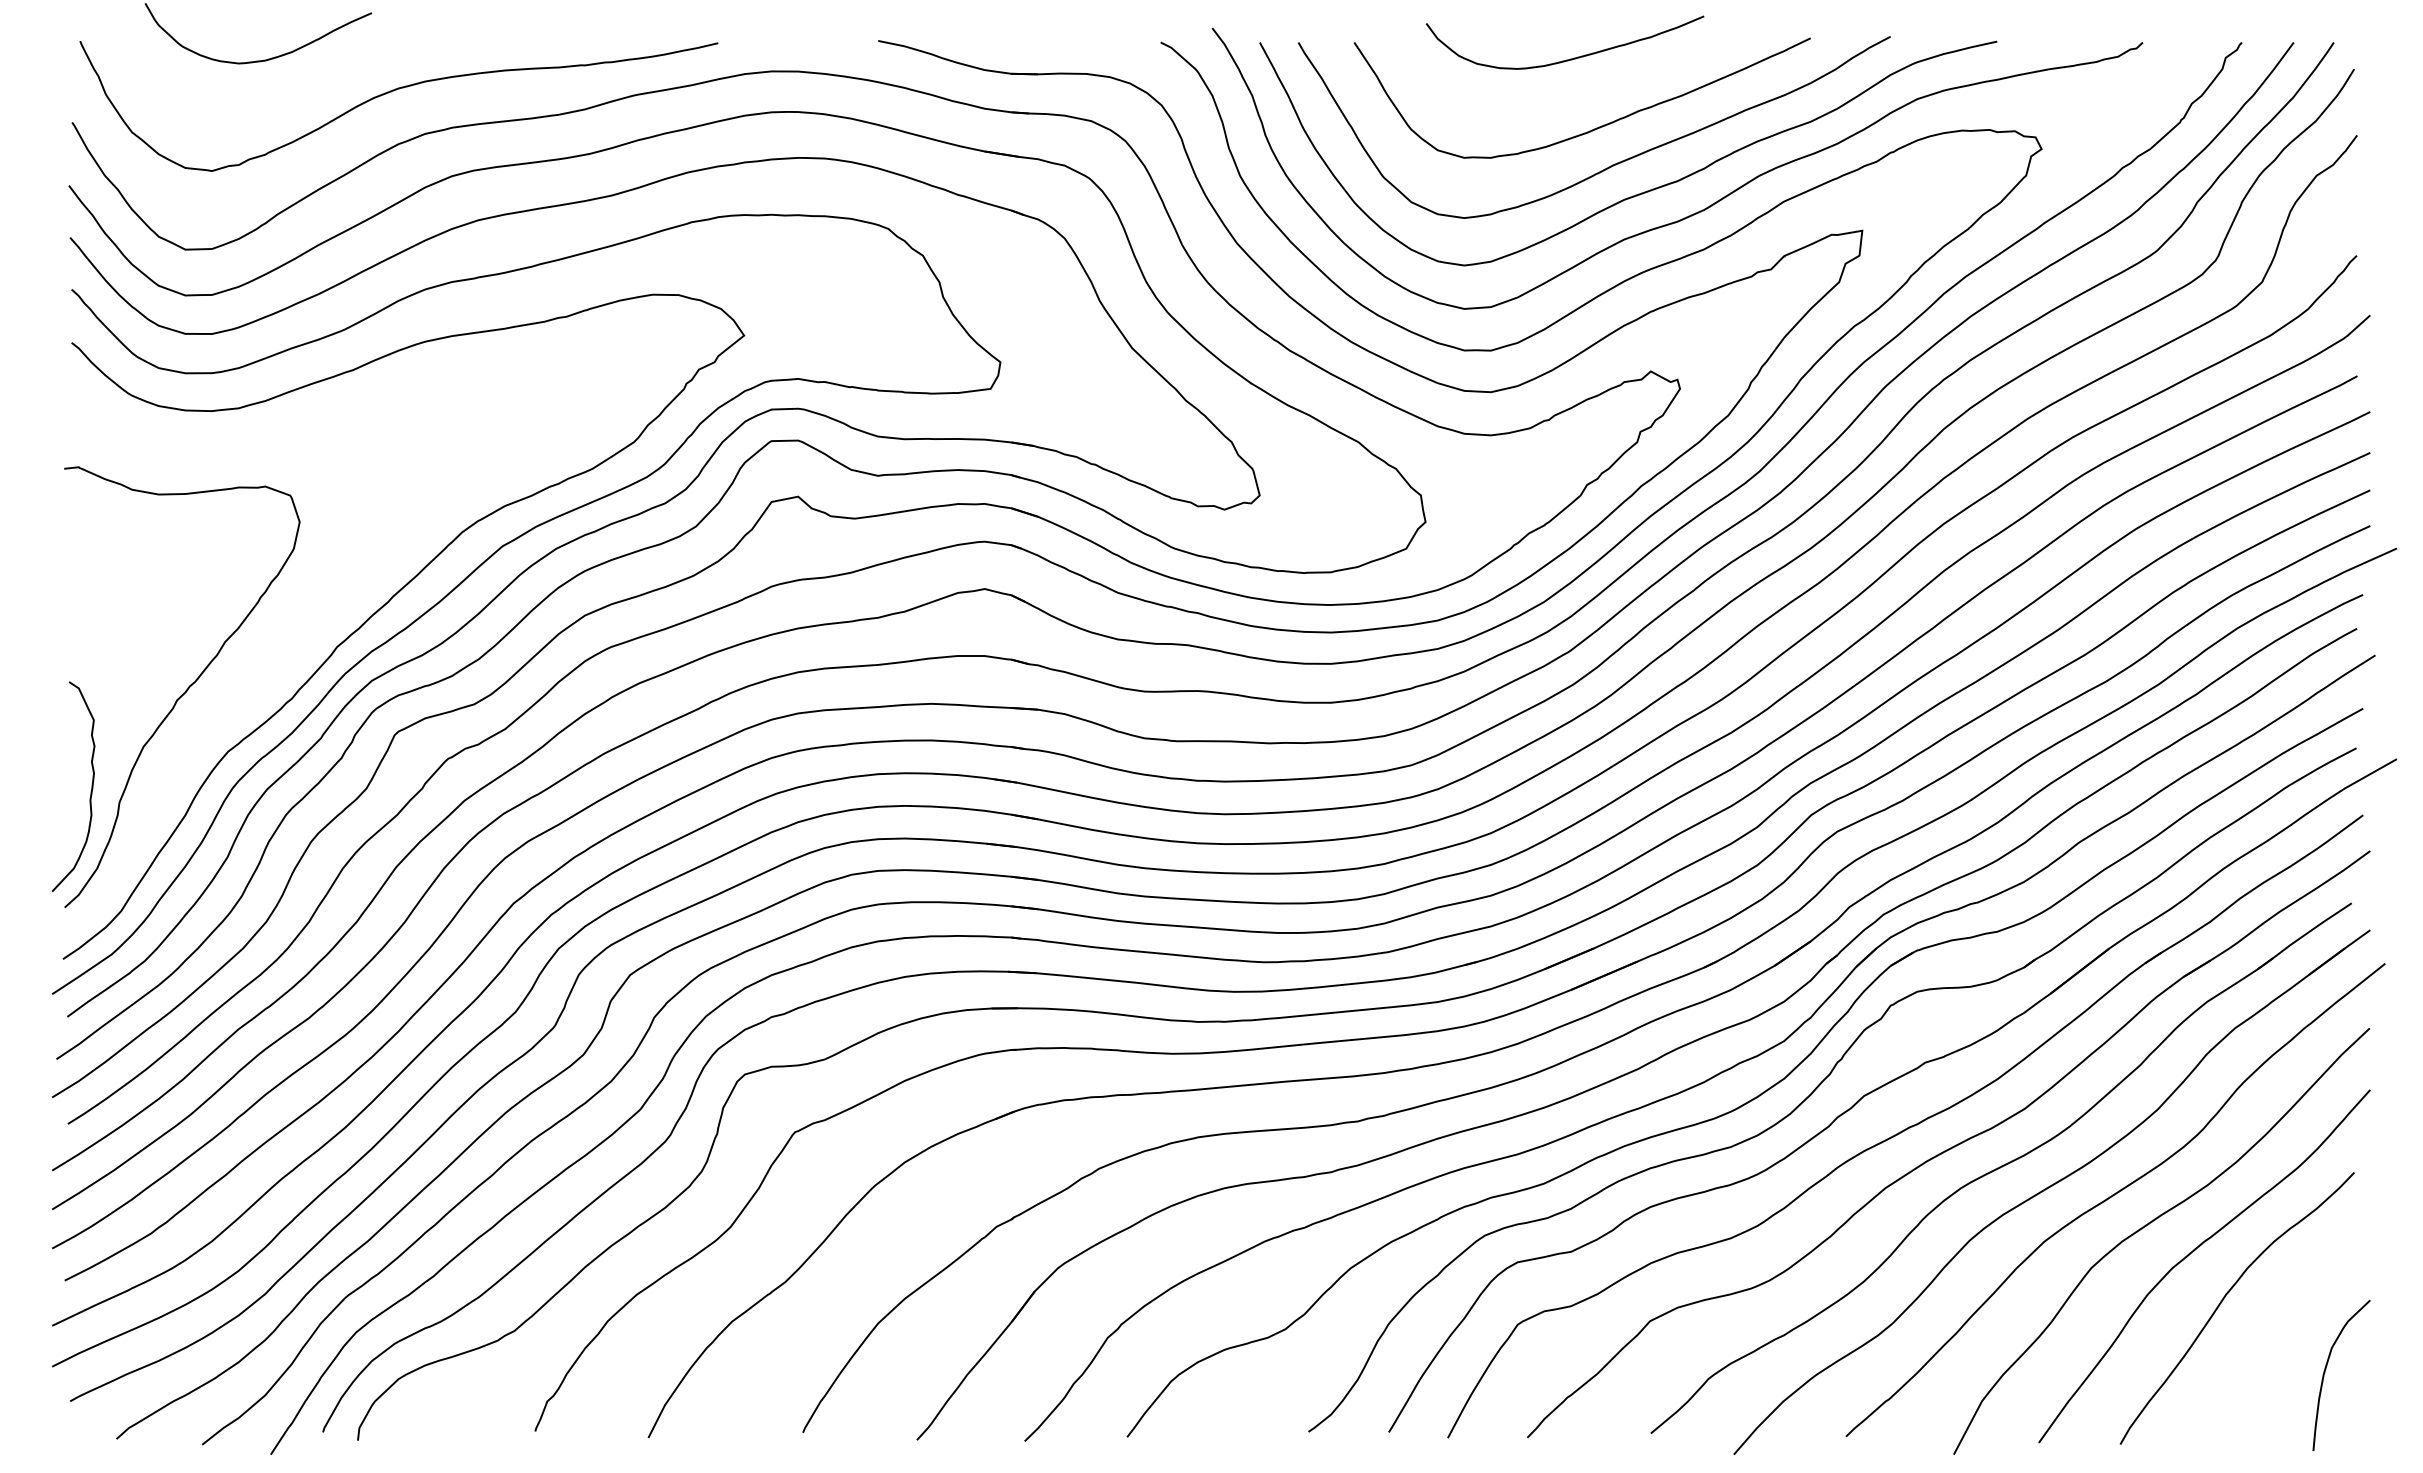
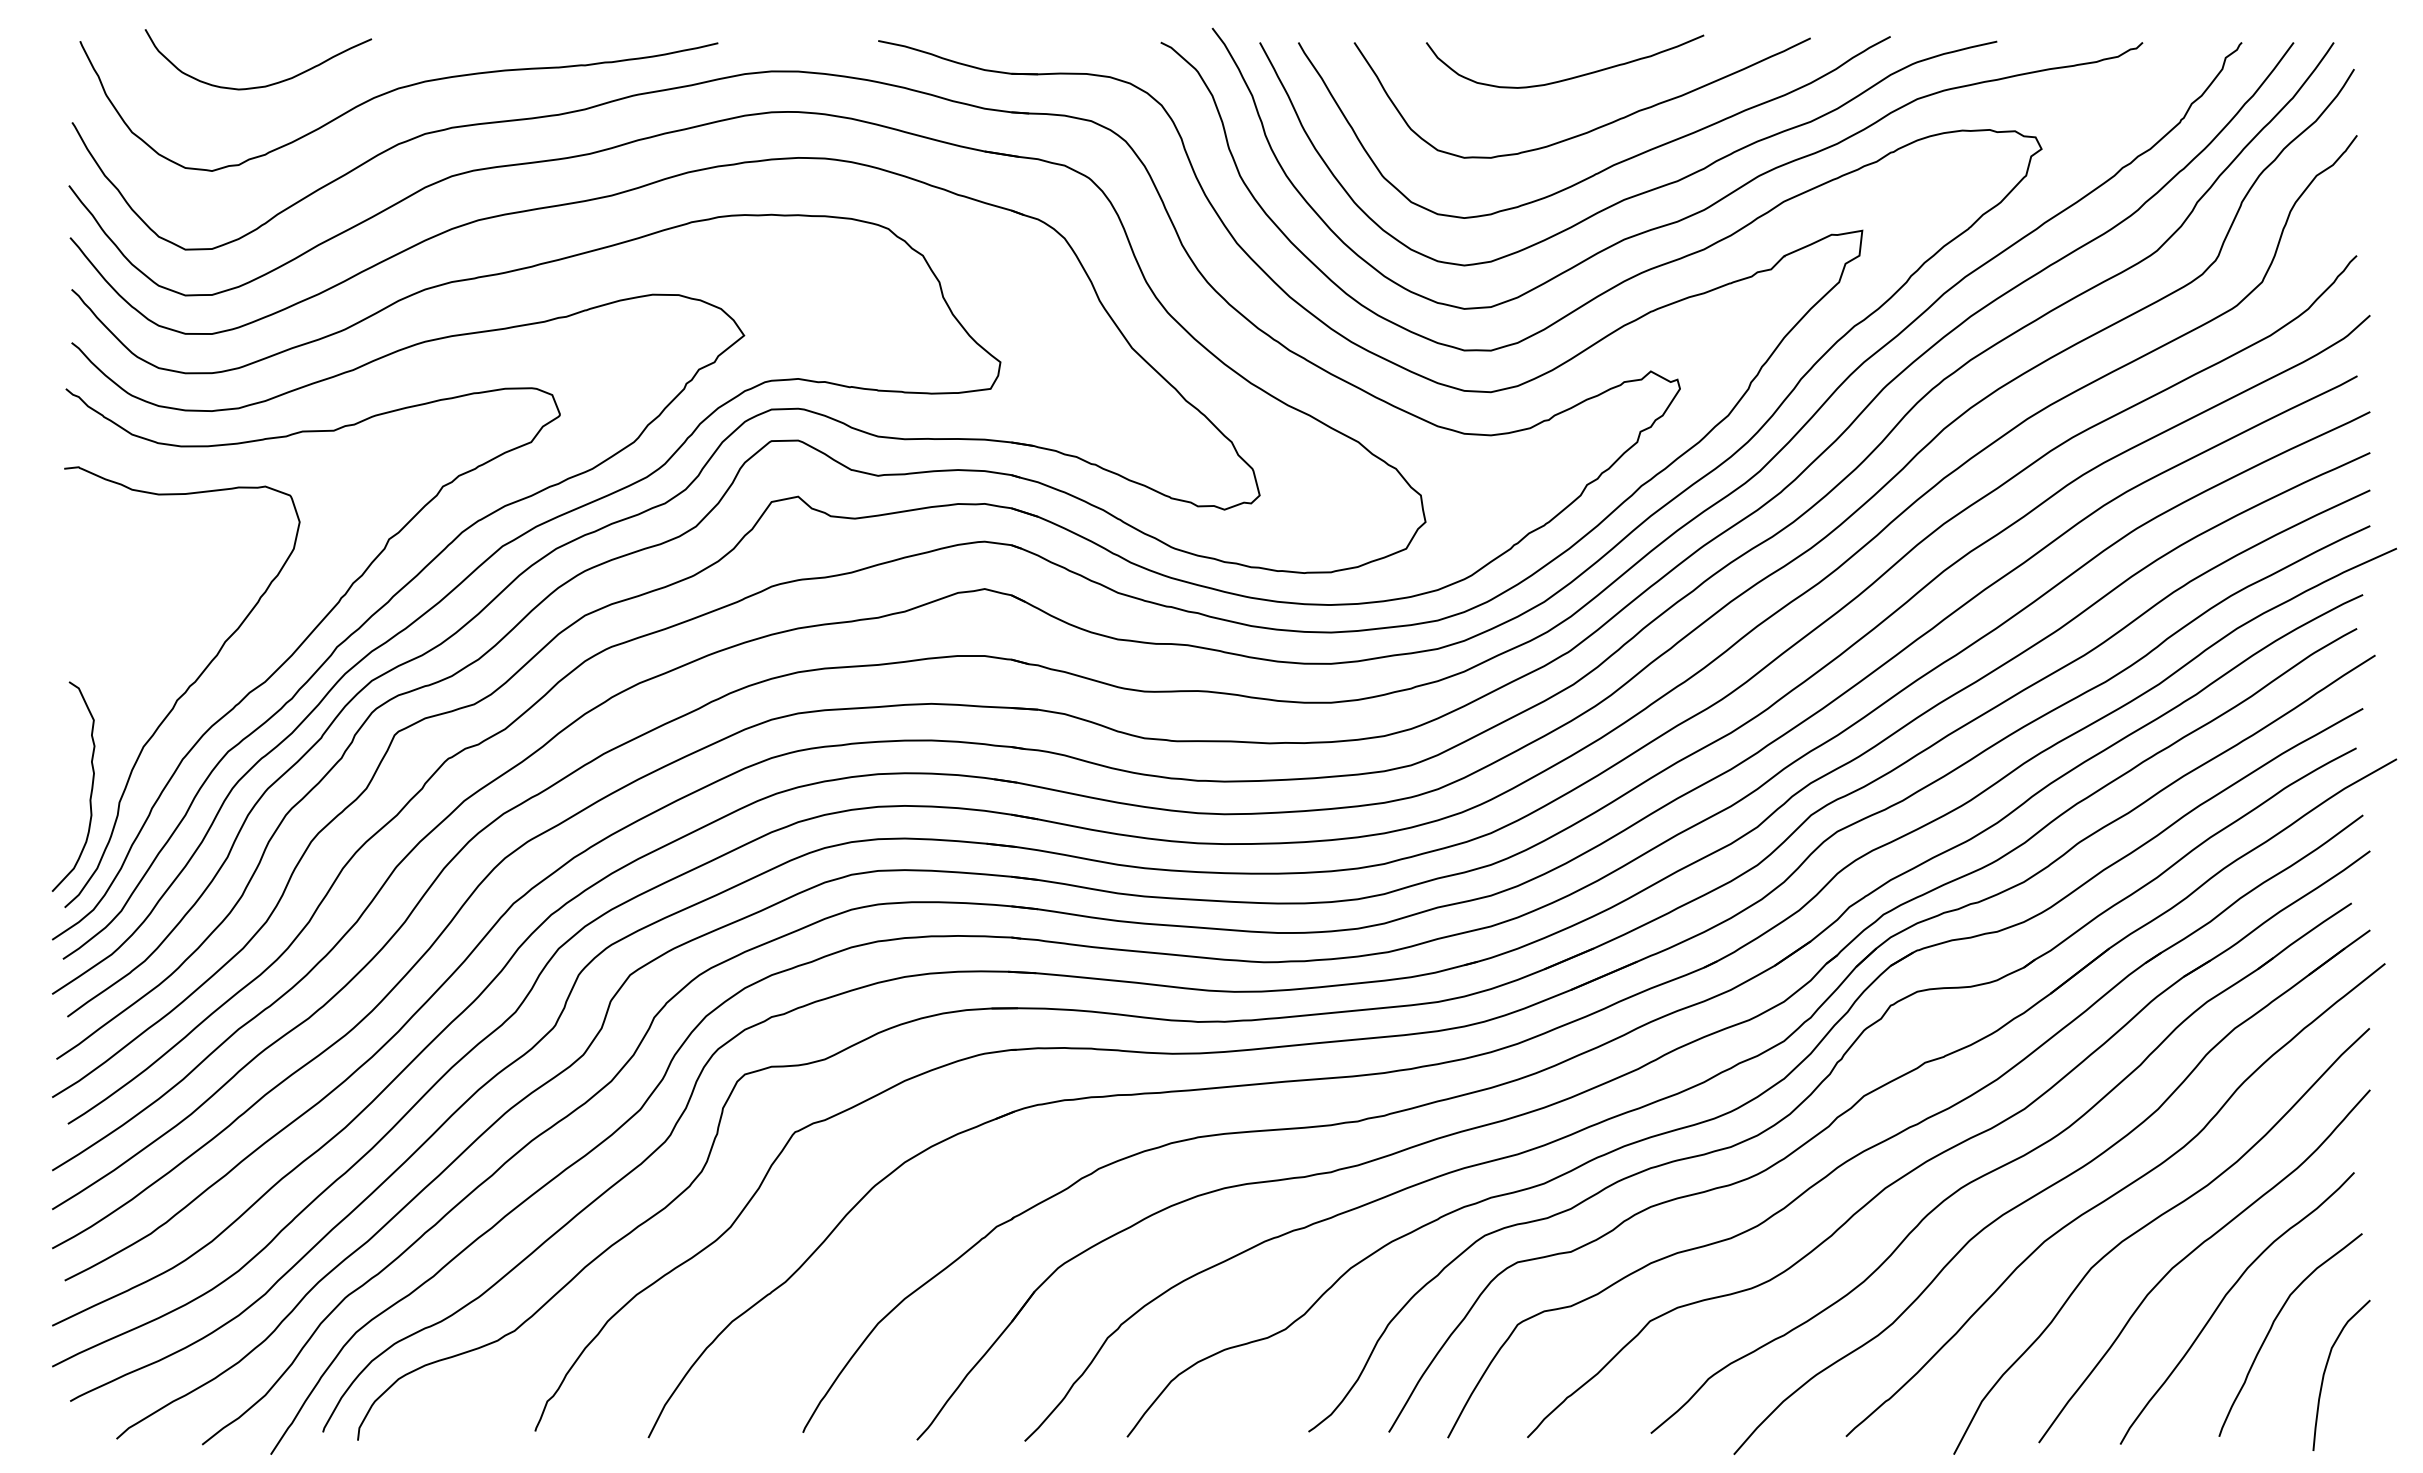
curve at (1570, 58) position: (1570, 58) -> (1570, 77)
curve at (263, 59) position: (263, 59) -> (263, 85)
curve at (295, 652): none -> present
curve at (2273, 1325): none -> present
